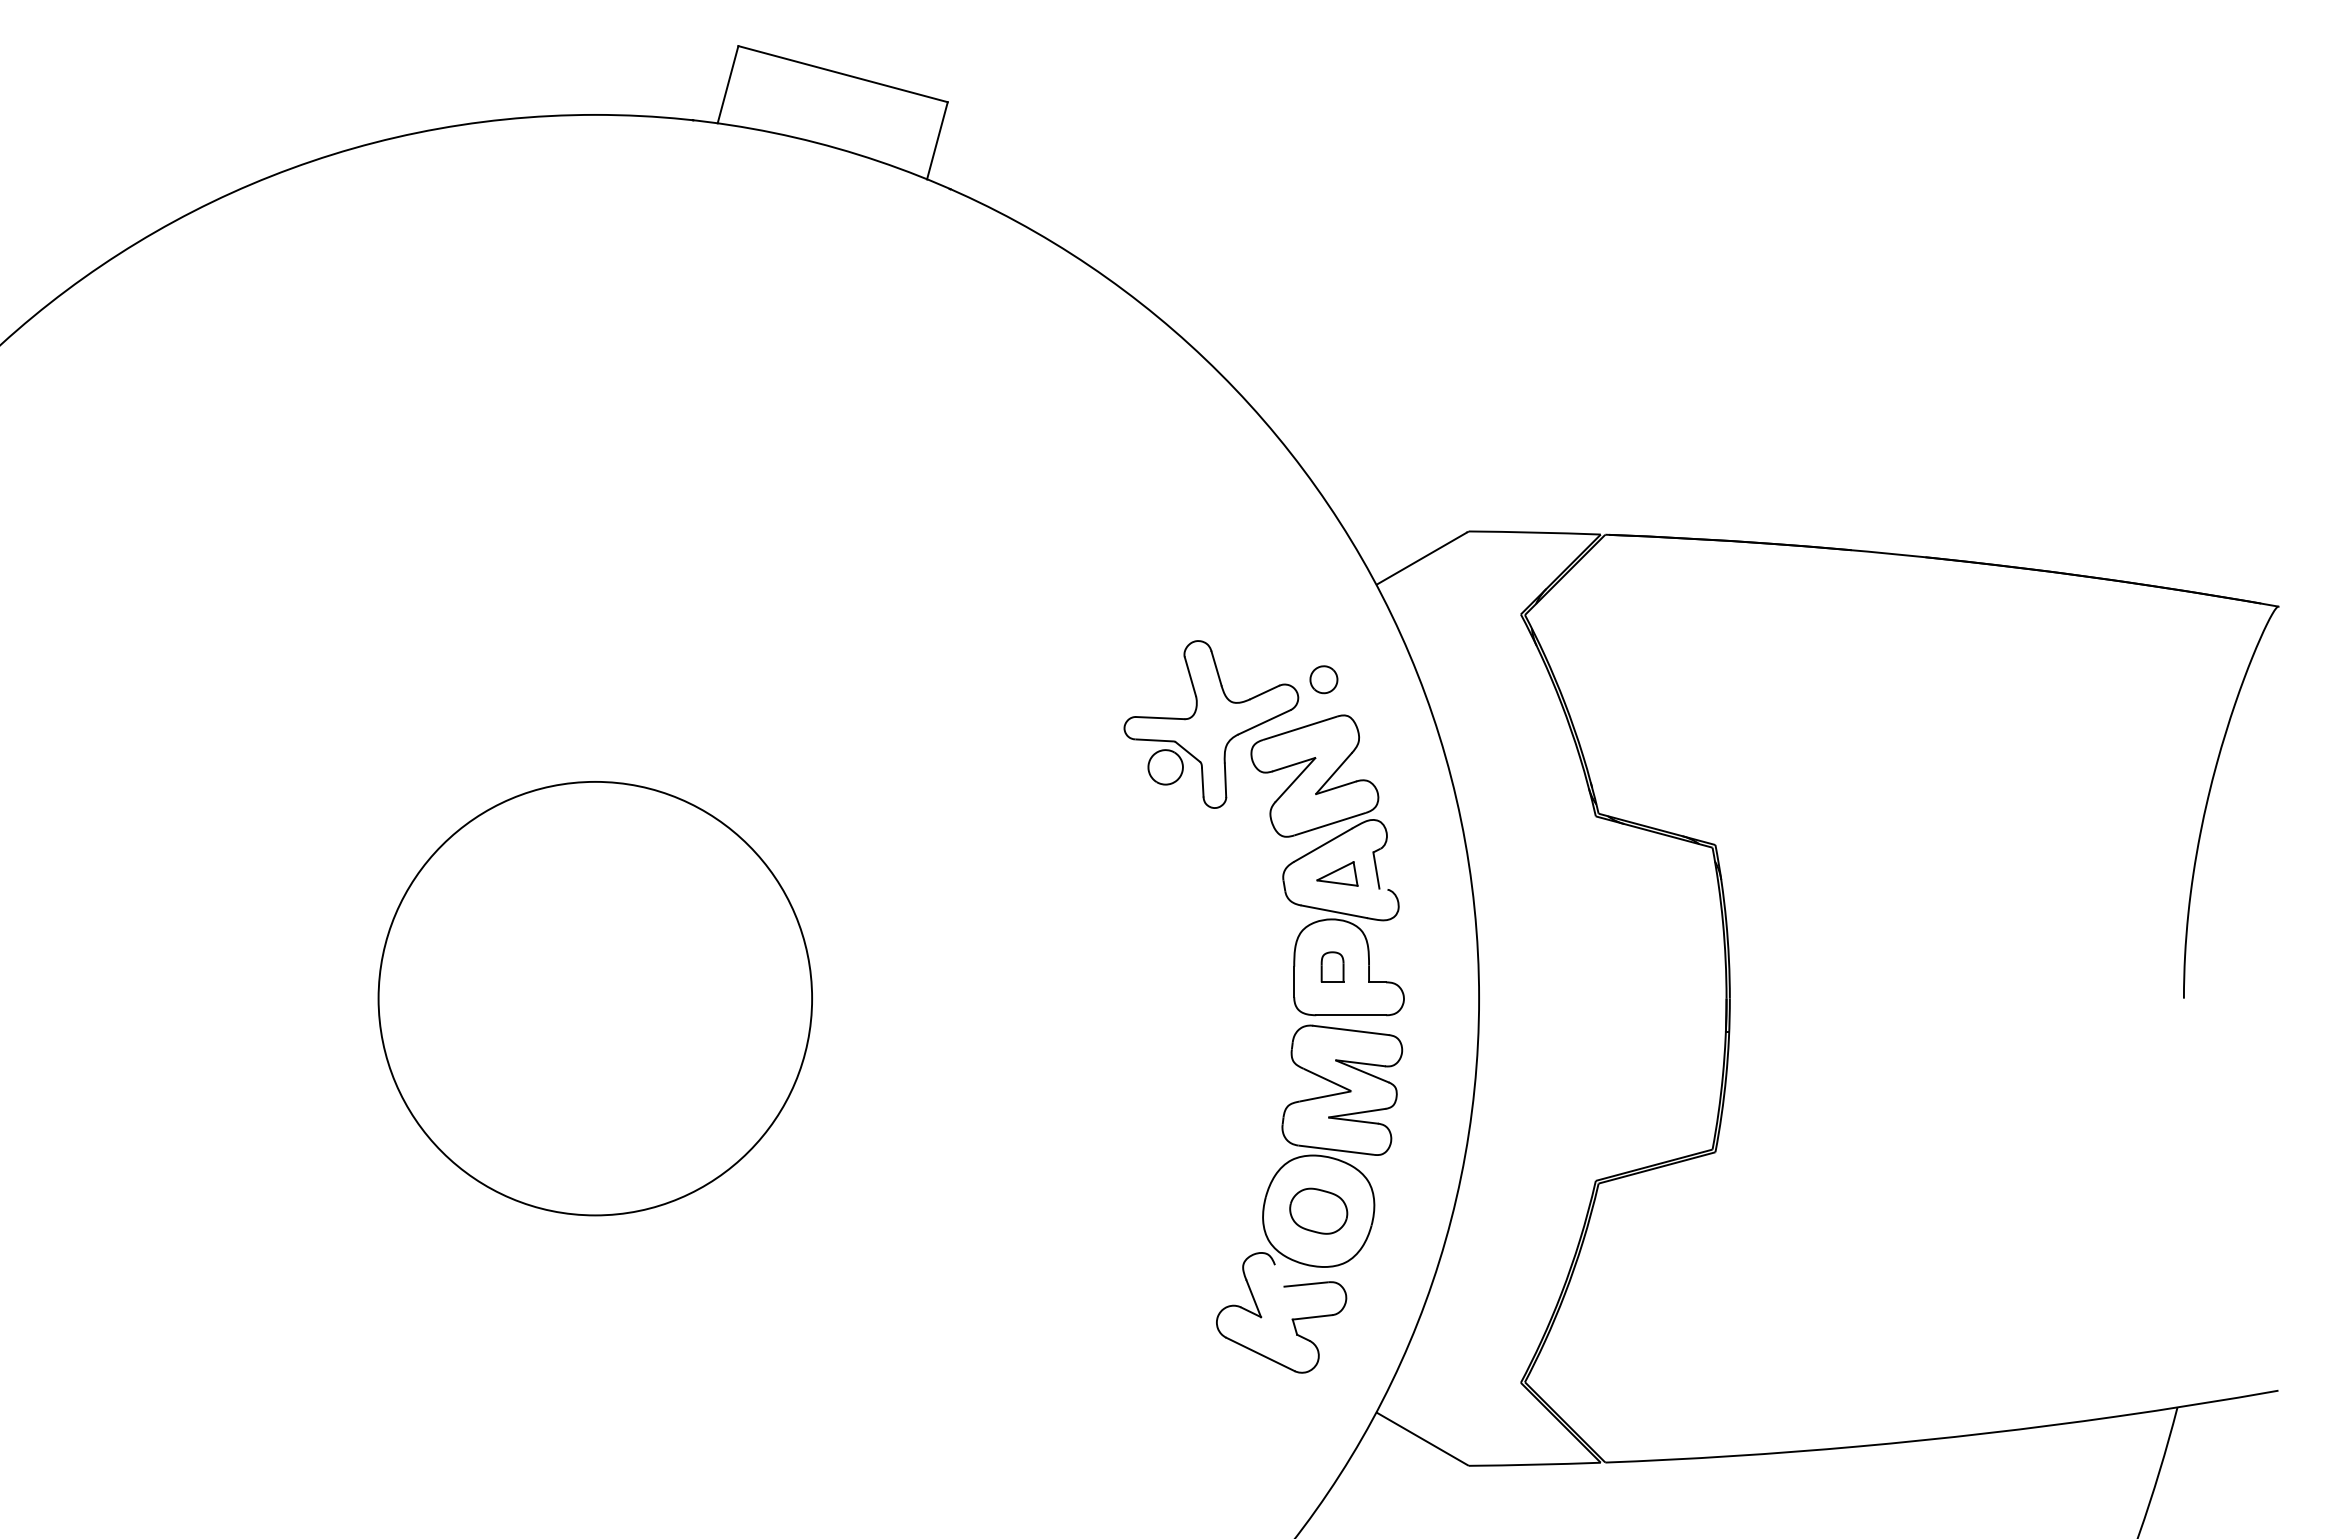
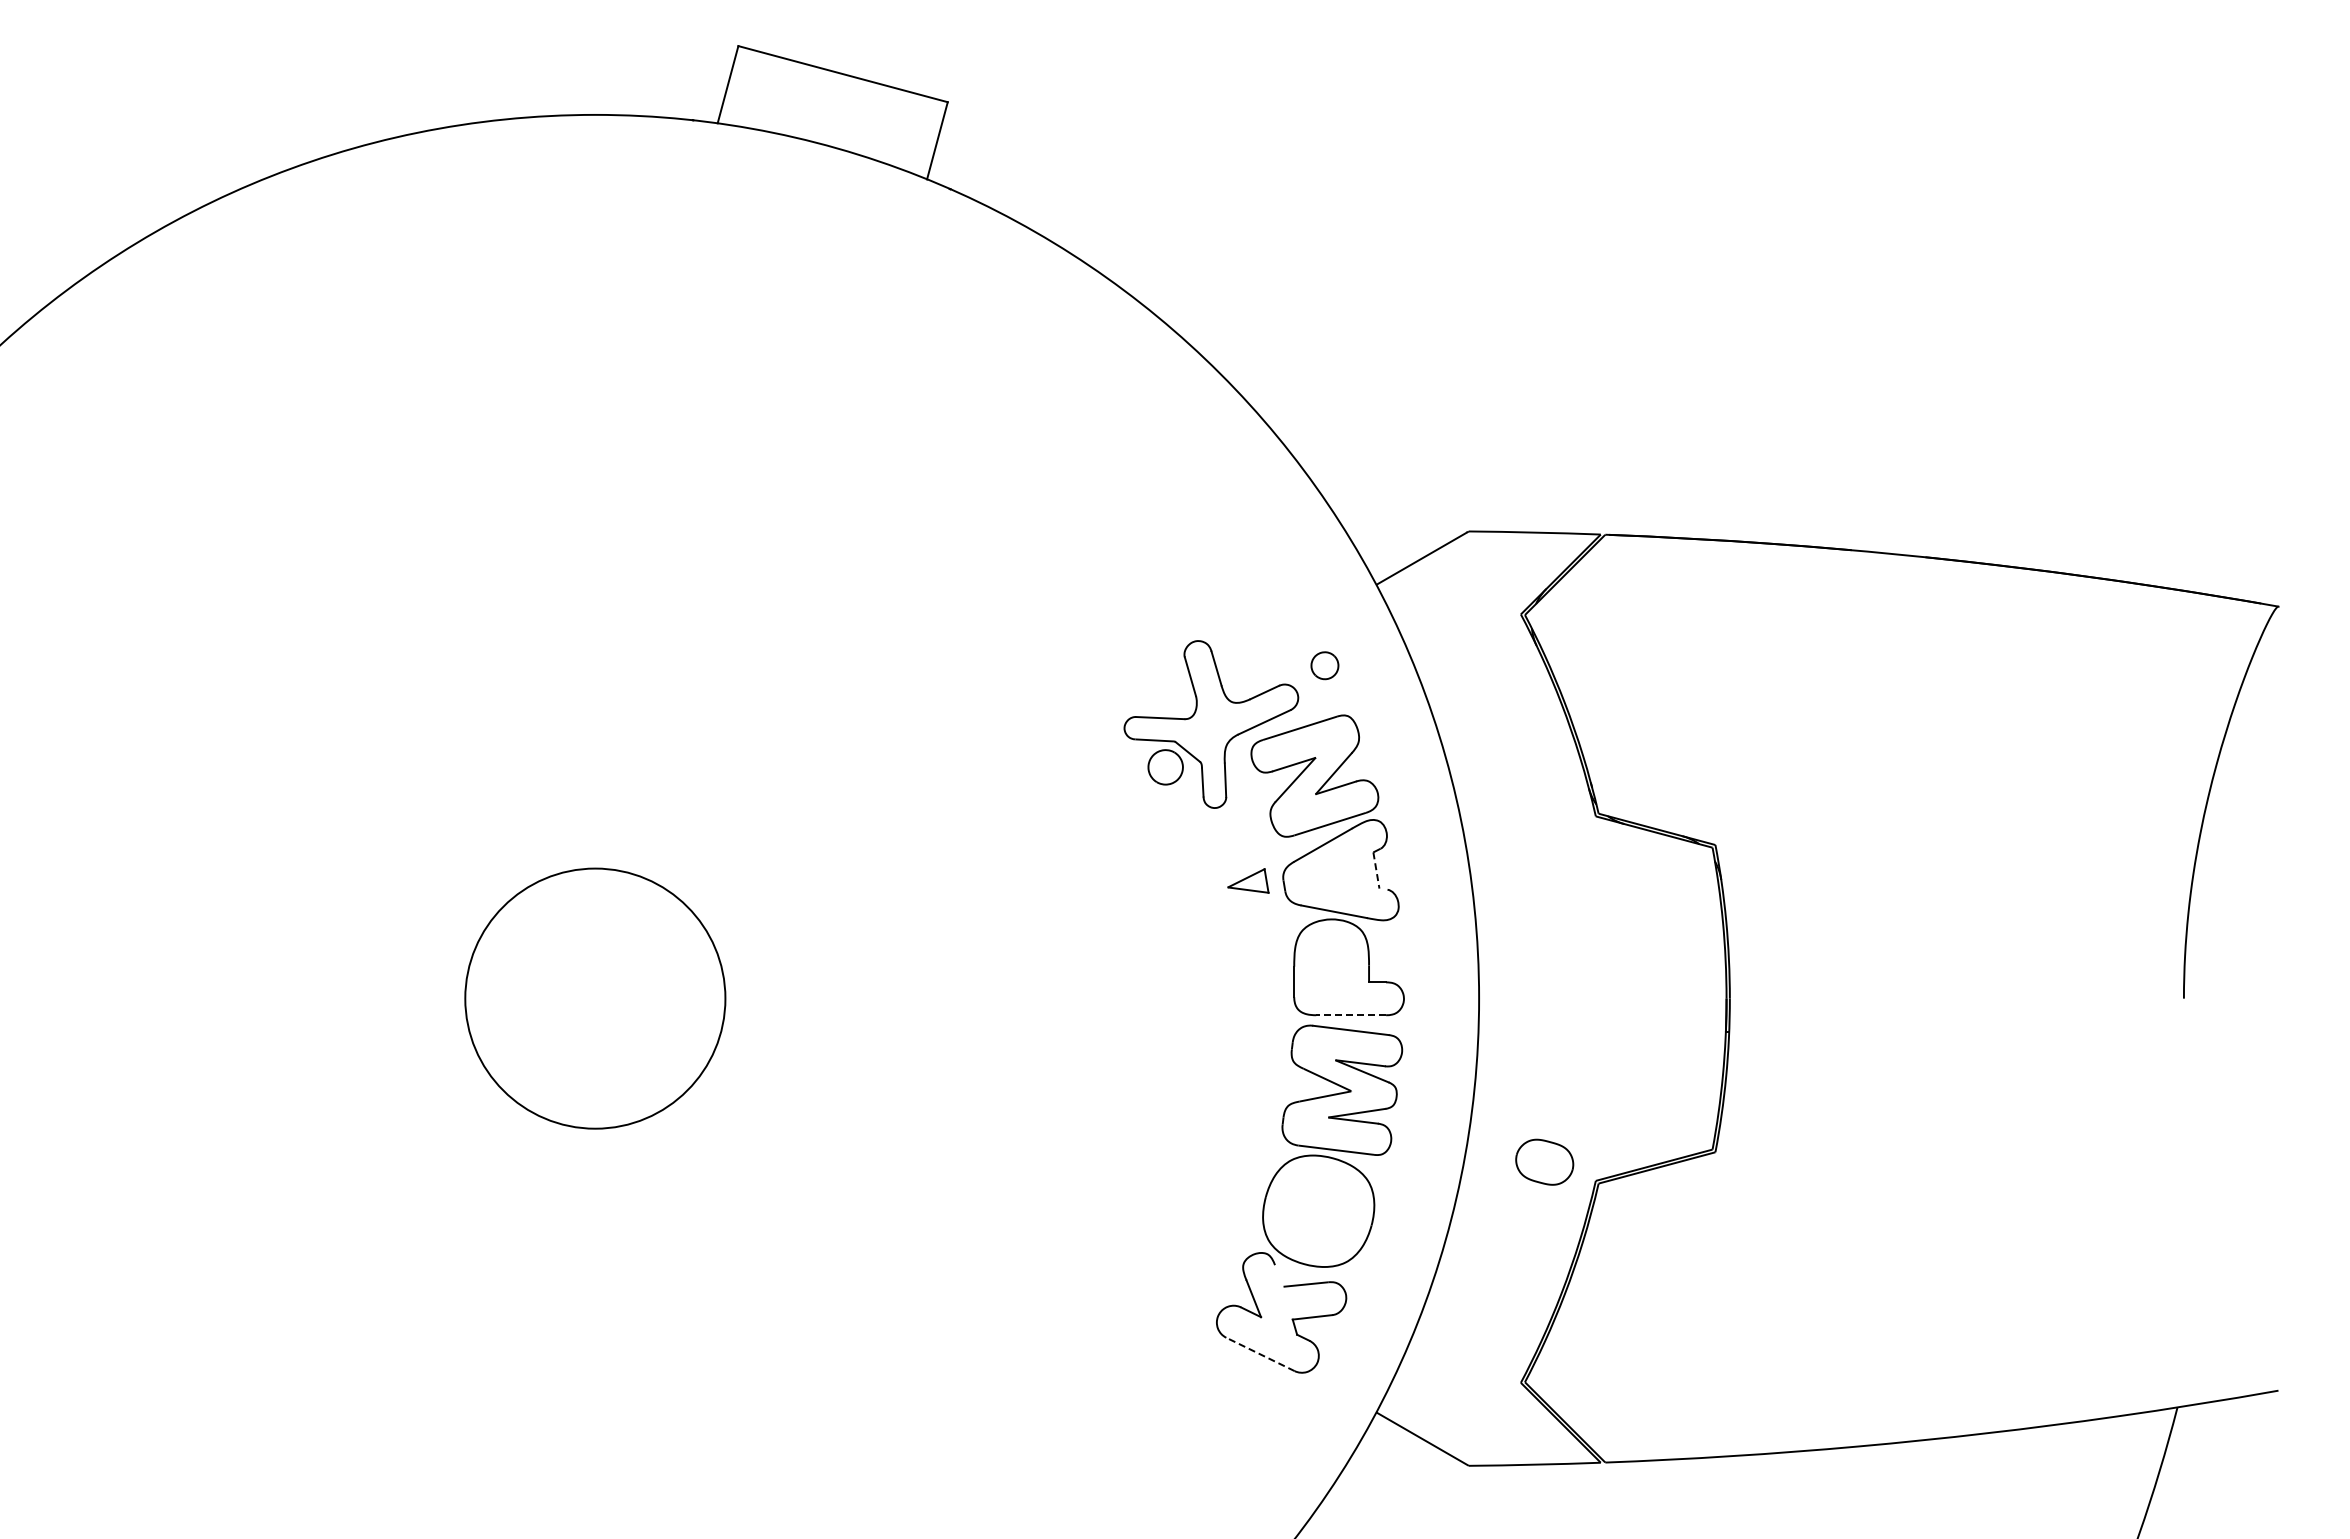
part at (1323, 679) position: (1323, 679) -> (1324, 665)
line at (1376, 871): solid -> dashed
part at (1337, 873) position: (1337, 873) -> (1248, 880)
part at (1332, 966): present -> none
circle at (595, 998) diameter: 434 px -> 260 px
line at (1351, 1015): solid -> dashed
part at (1318, 1210) position: (1318, 1210) -> (1544, 1161)
line at (1260, 1354): solid -> dashed
